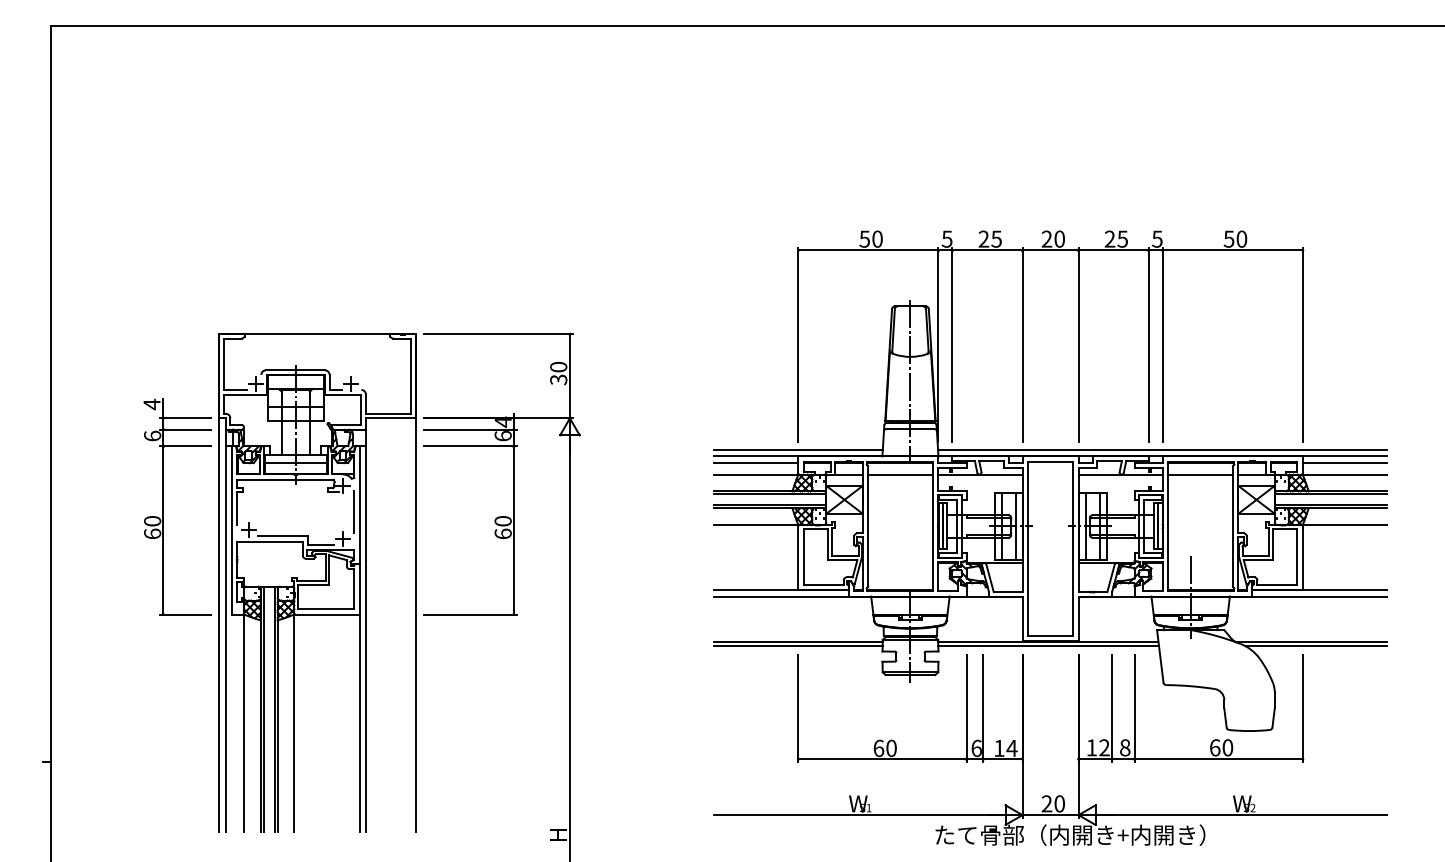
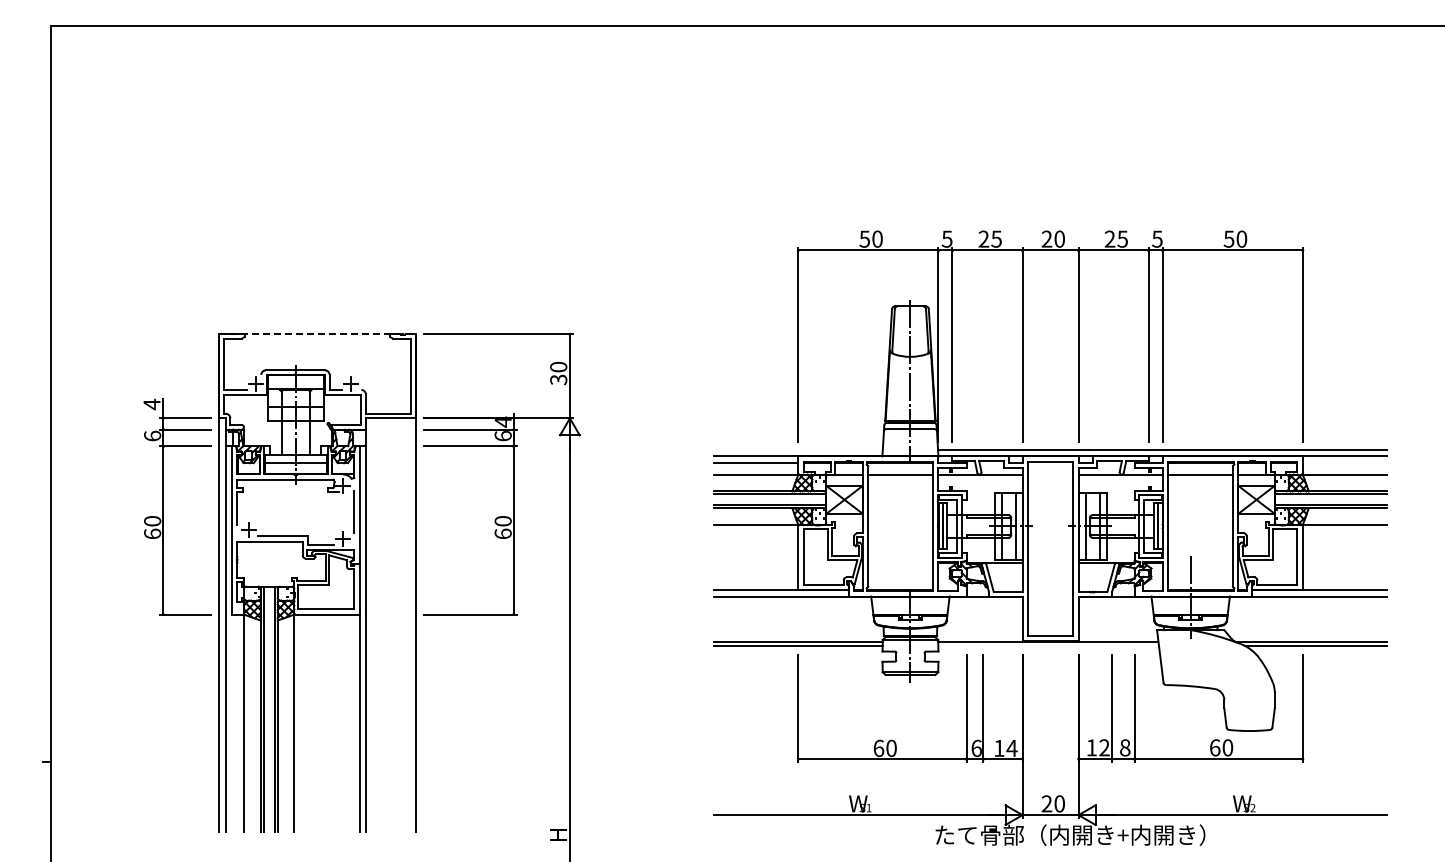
line at (317, 334): solid -> dashed
line at (798, 449): present -> none
line at (1344, 462): present -> none
line at (1048, 646): present -> none
